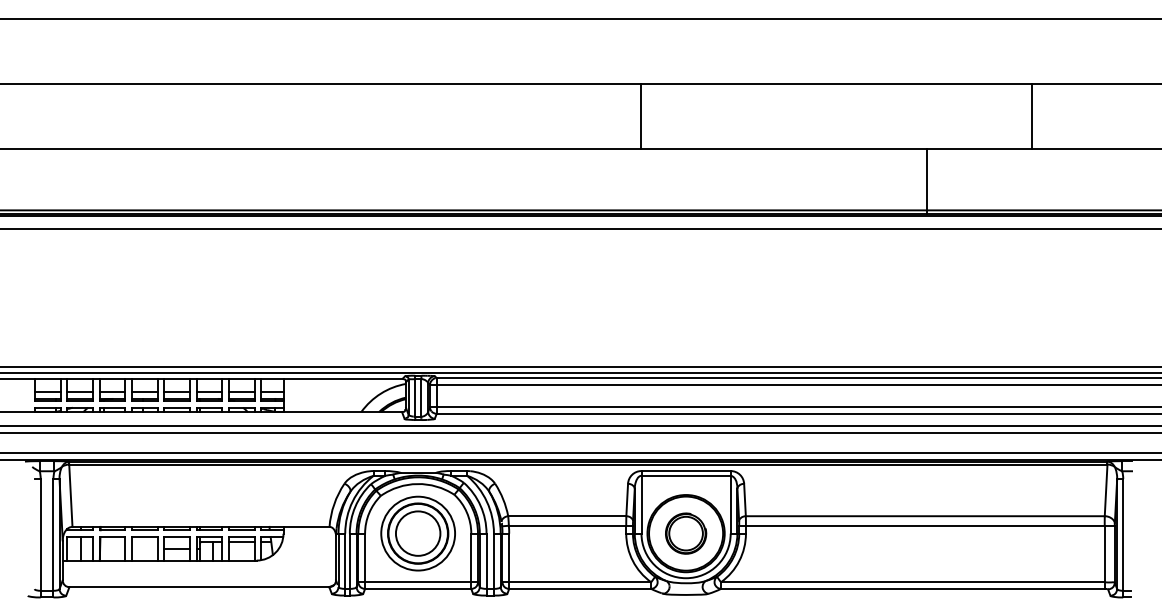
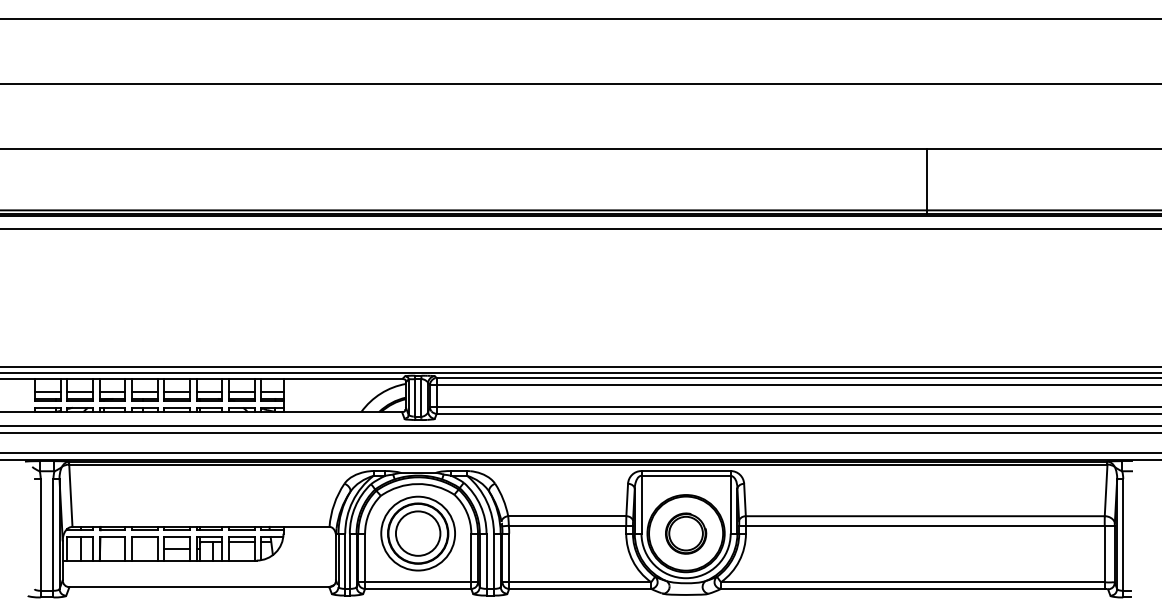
line at (641, 115): present -> none
line at (1031, 115): present -> none
